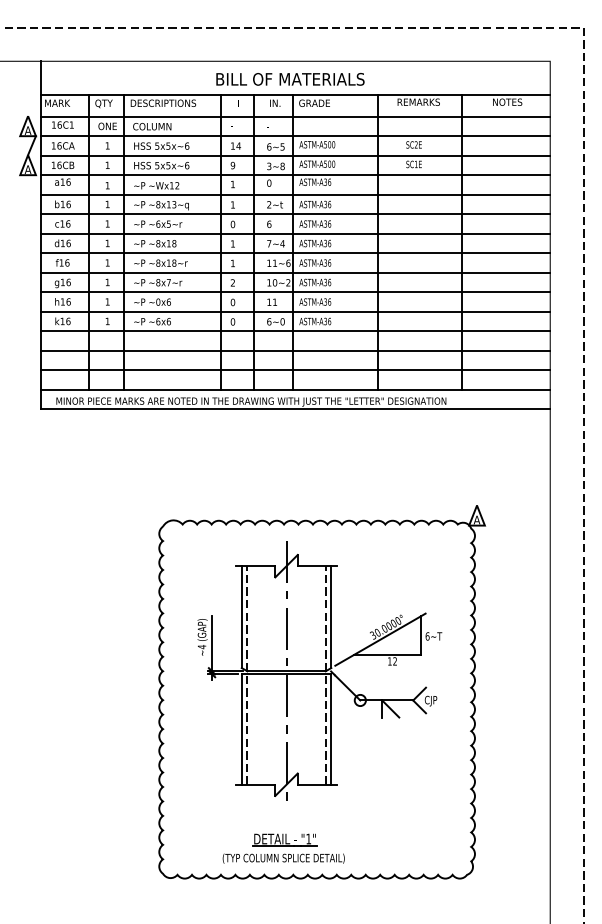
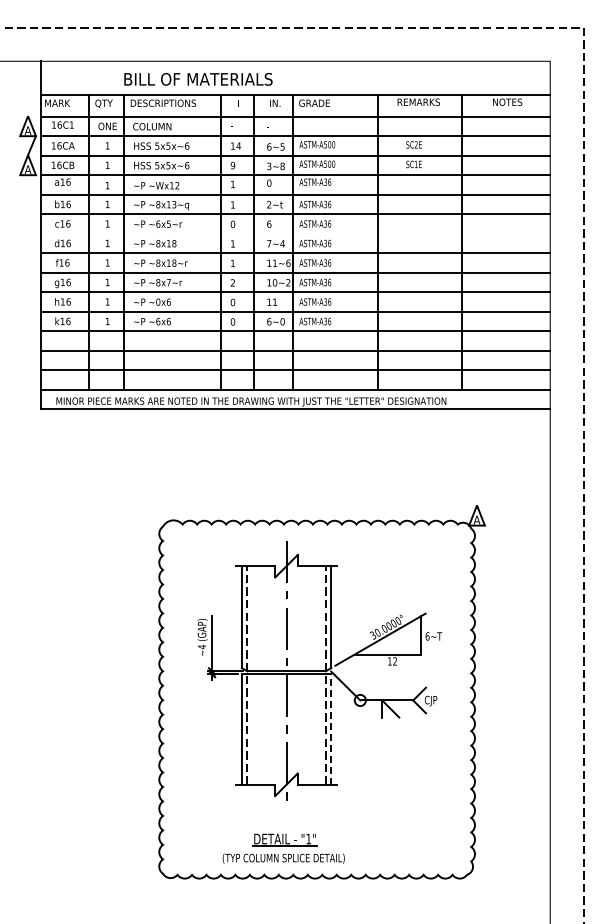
text at (290, 79) position: (290, 79) -> (198, 79)
line at (295, 233): present -> none
line at (331, 728): solid -> dashed
